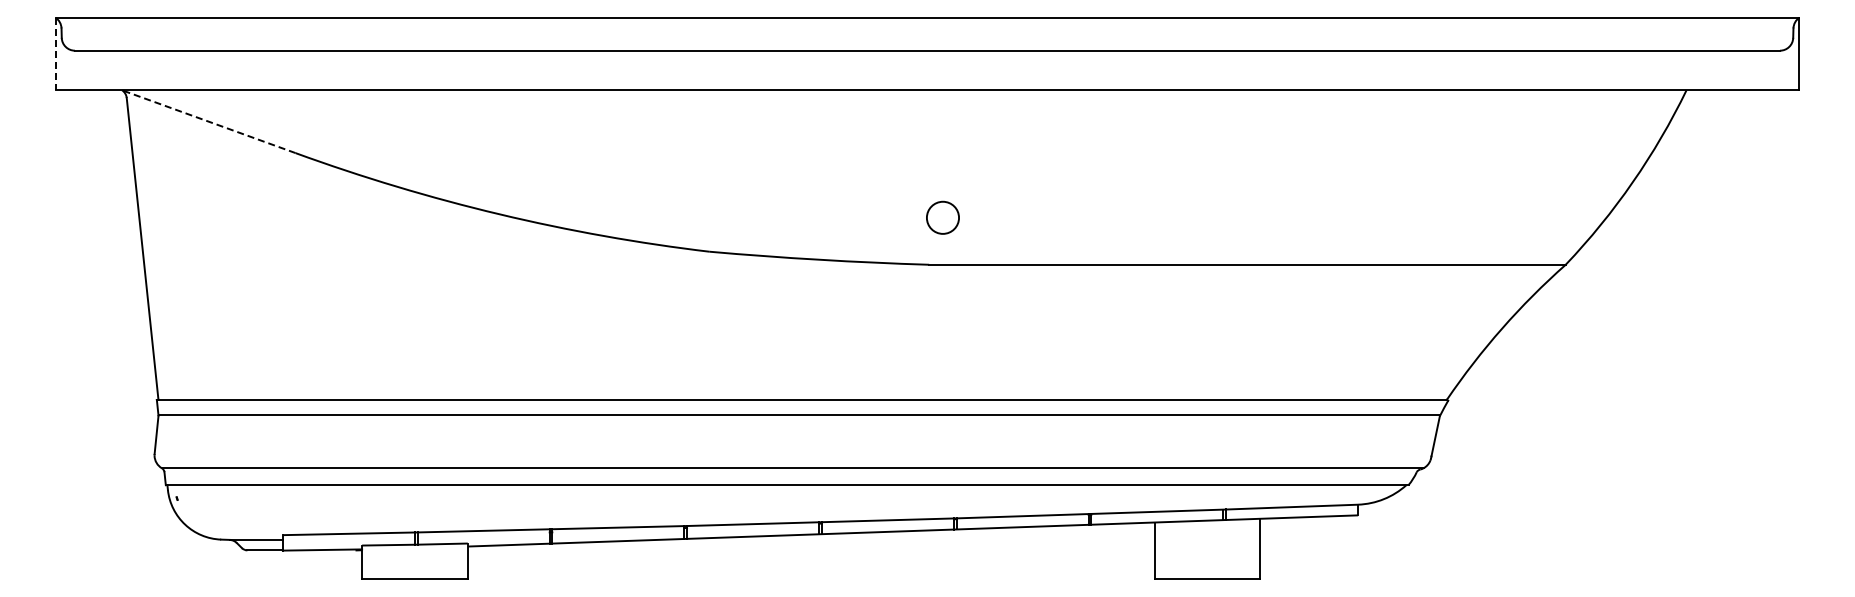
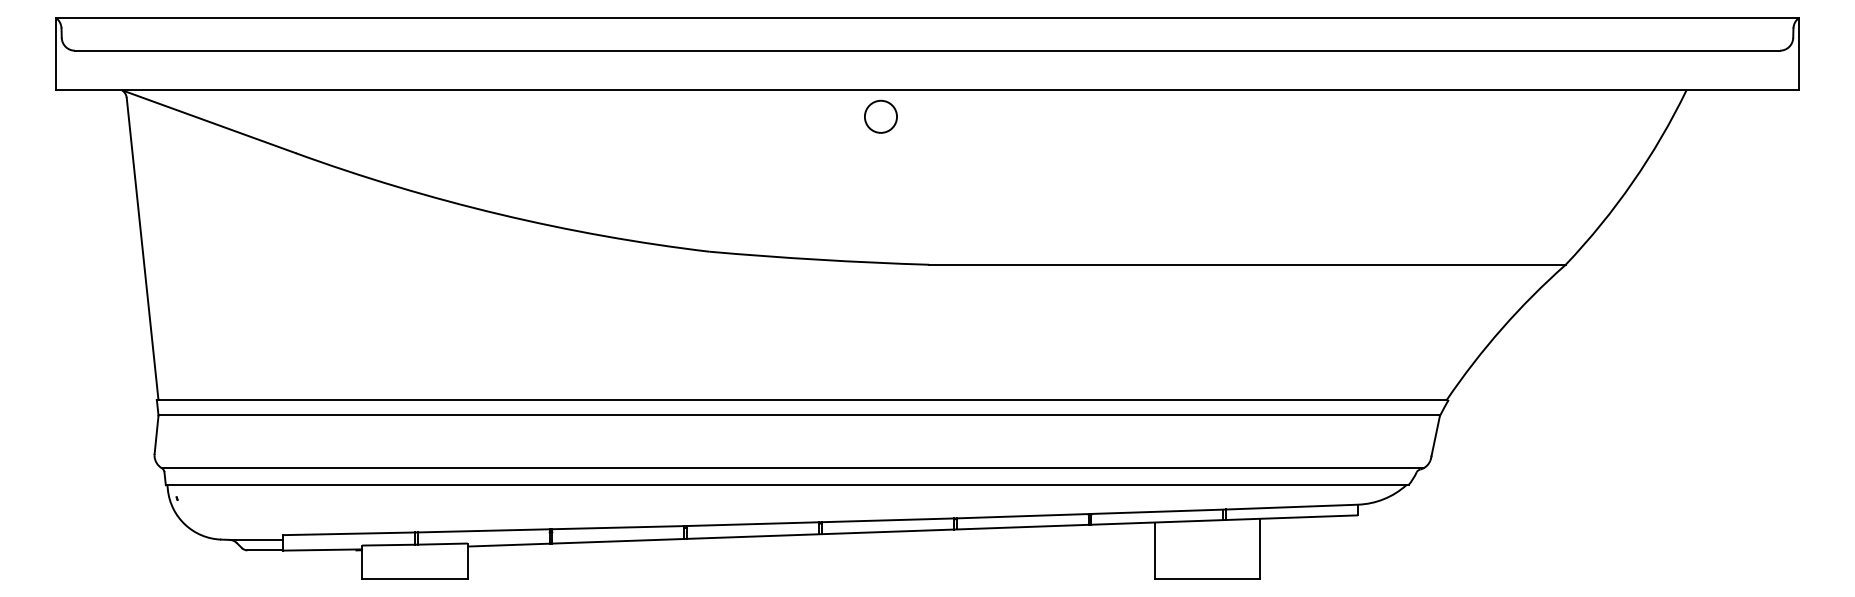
line at (55, 54): dashed -> solid
line at (208, 121): dashed -> solid
circle at (942, 217) position: (942, 217) -> (880, 116)
